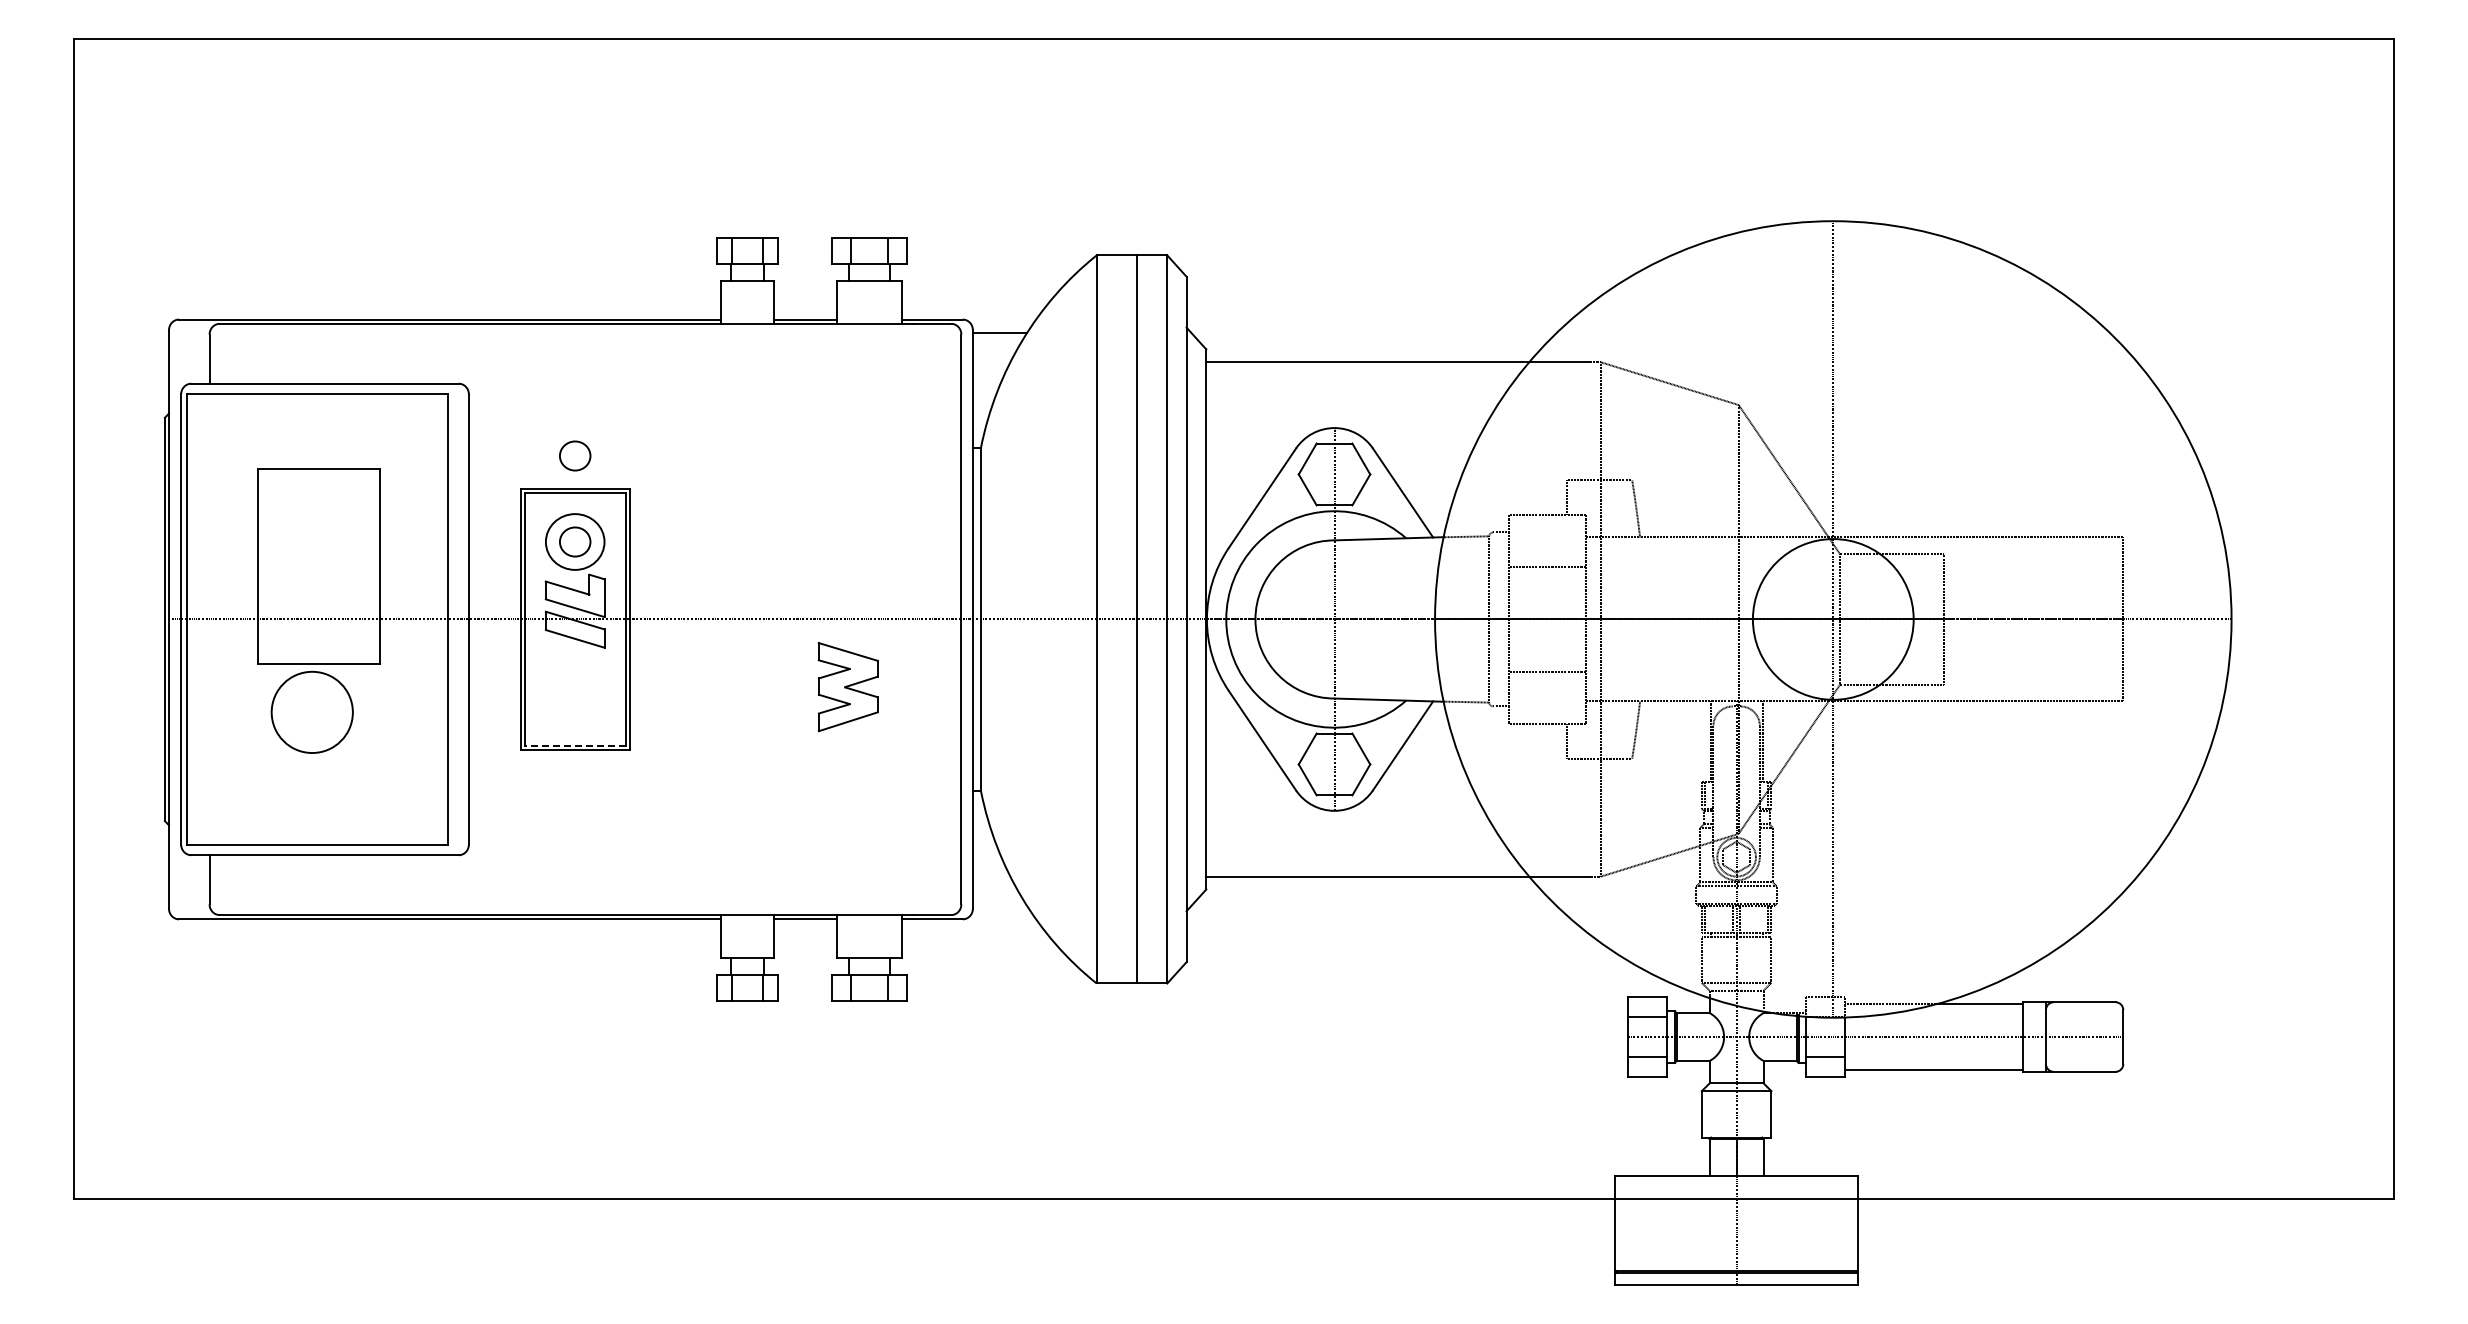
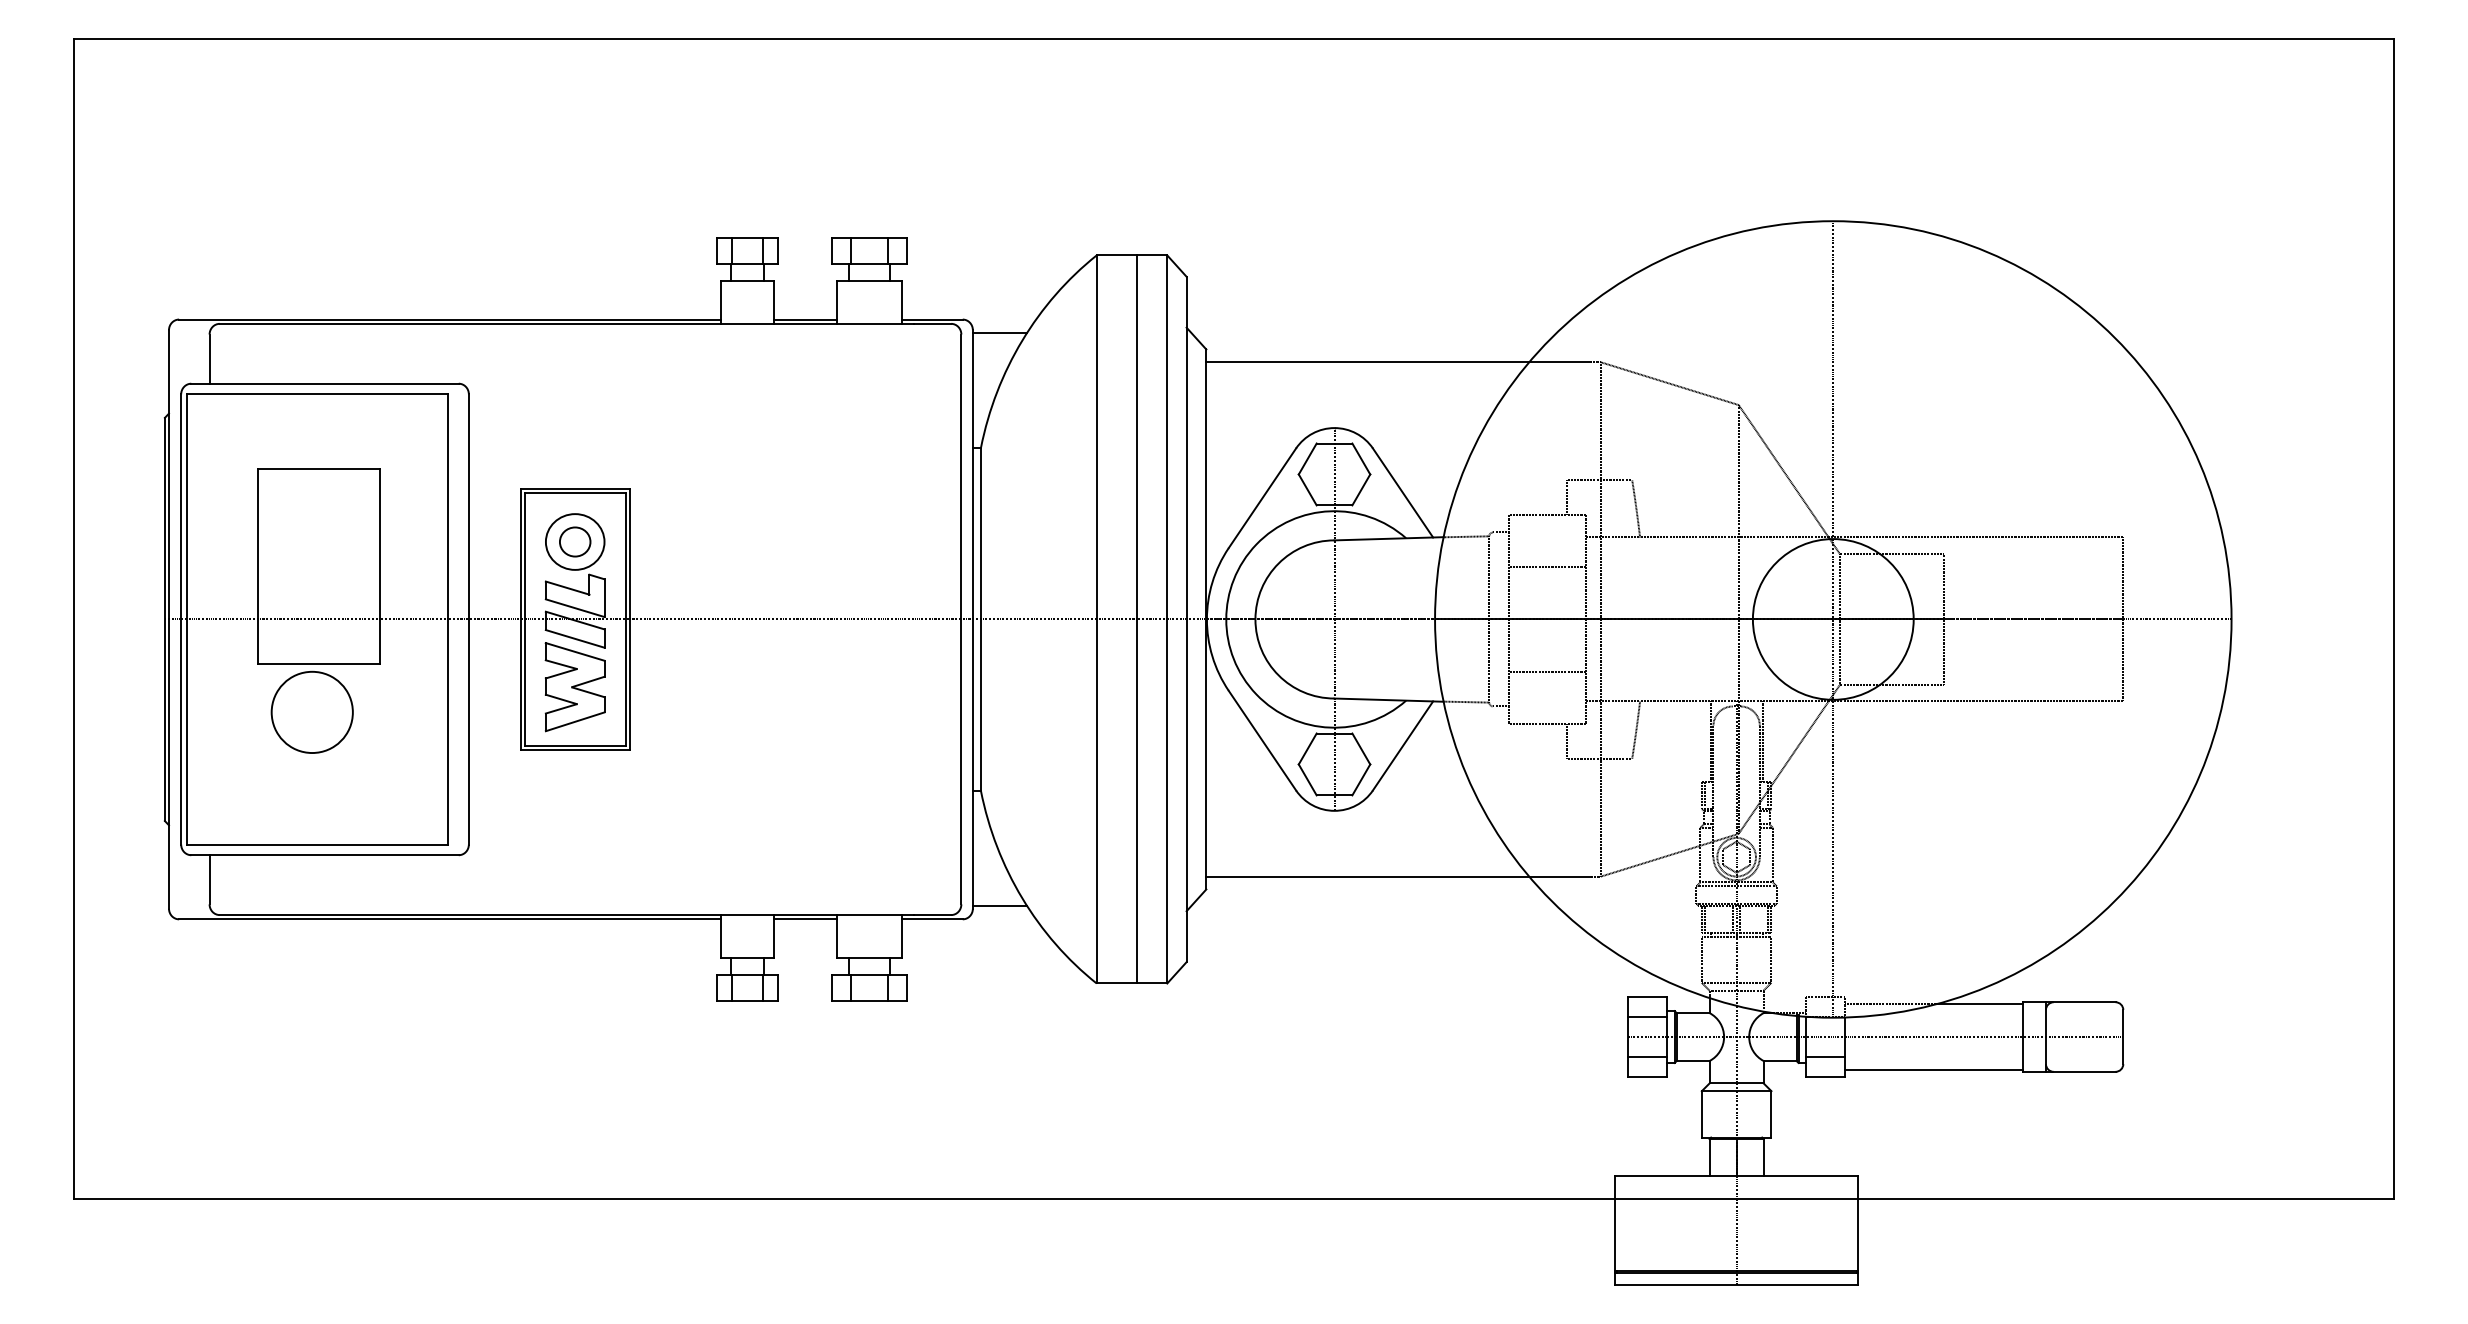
part at (575, 455): present -> none
part at (847, 687) position: (847, 687) -> (574, 687)
line at (575, 745): dashed -> solid
line at (999, 905): none -> present
